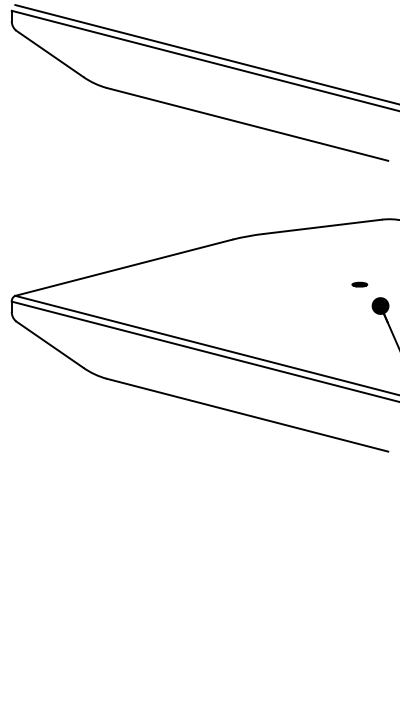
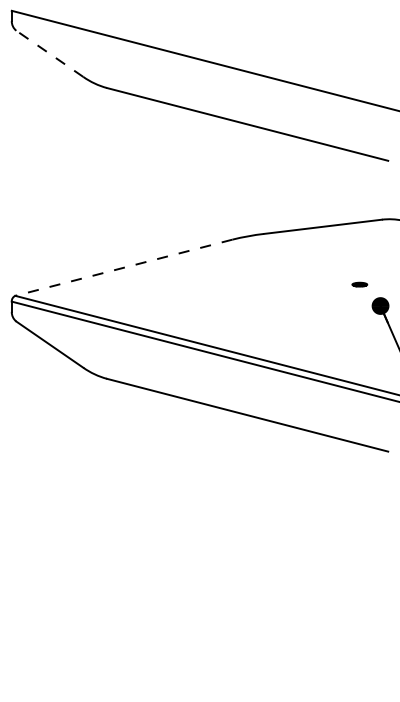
line at (49, 53): solid -> dashed
line at (205, 54): present -> none
line at (123, 267): solid -> dashed
